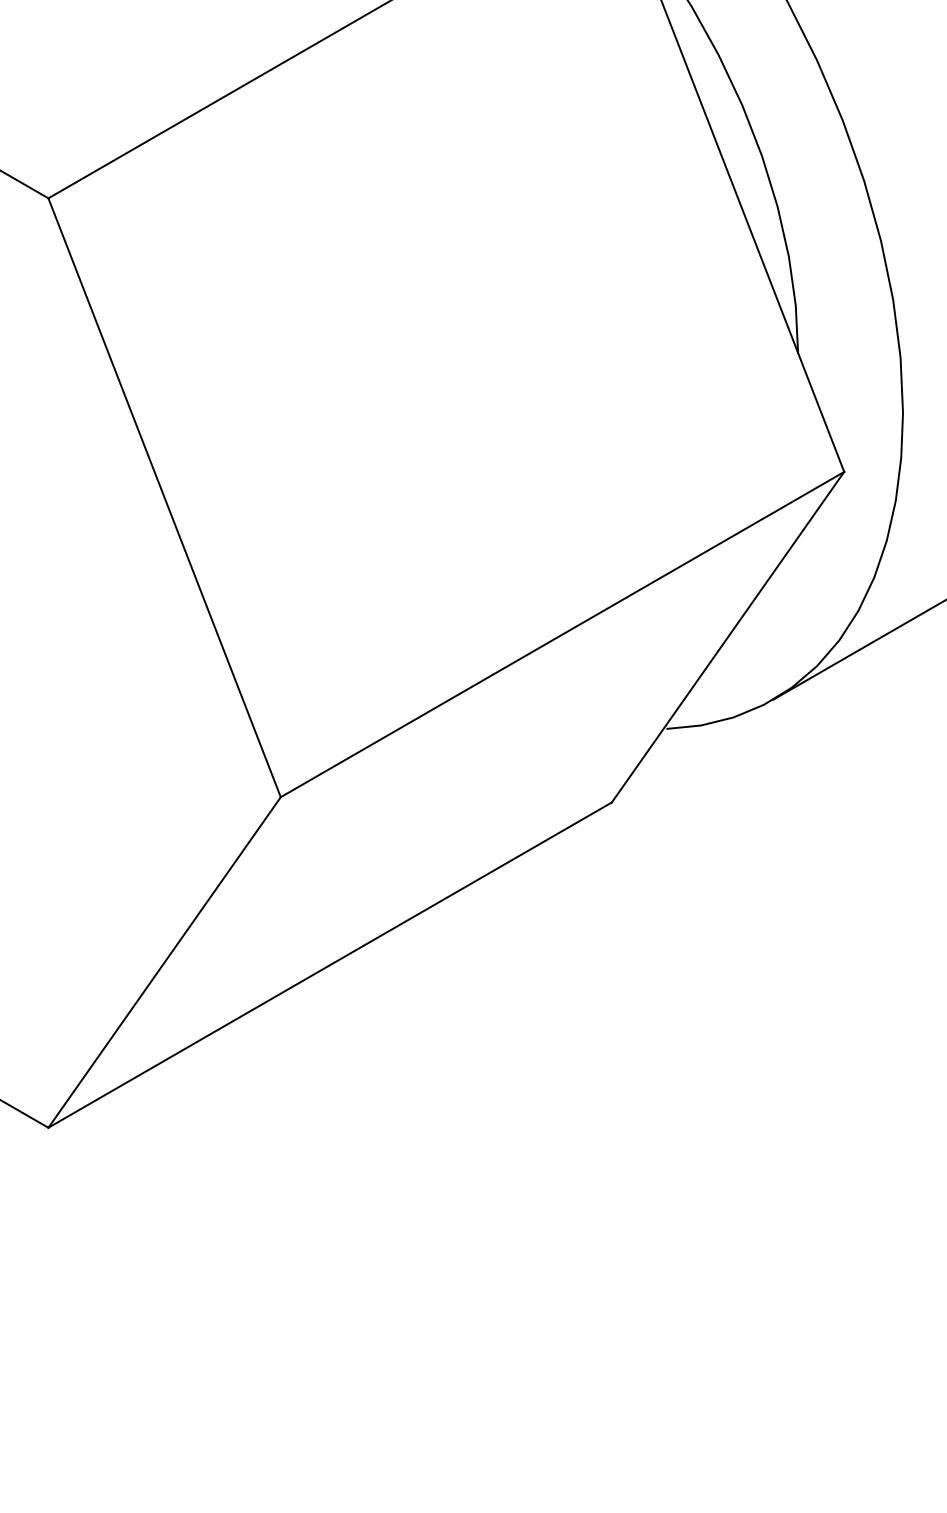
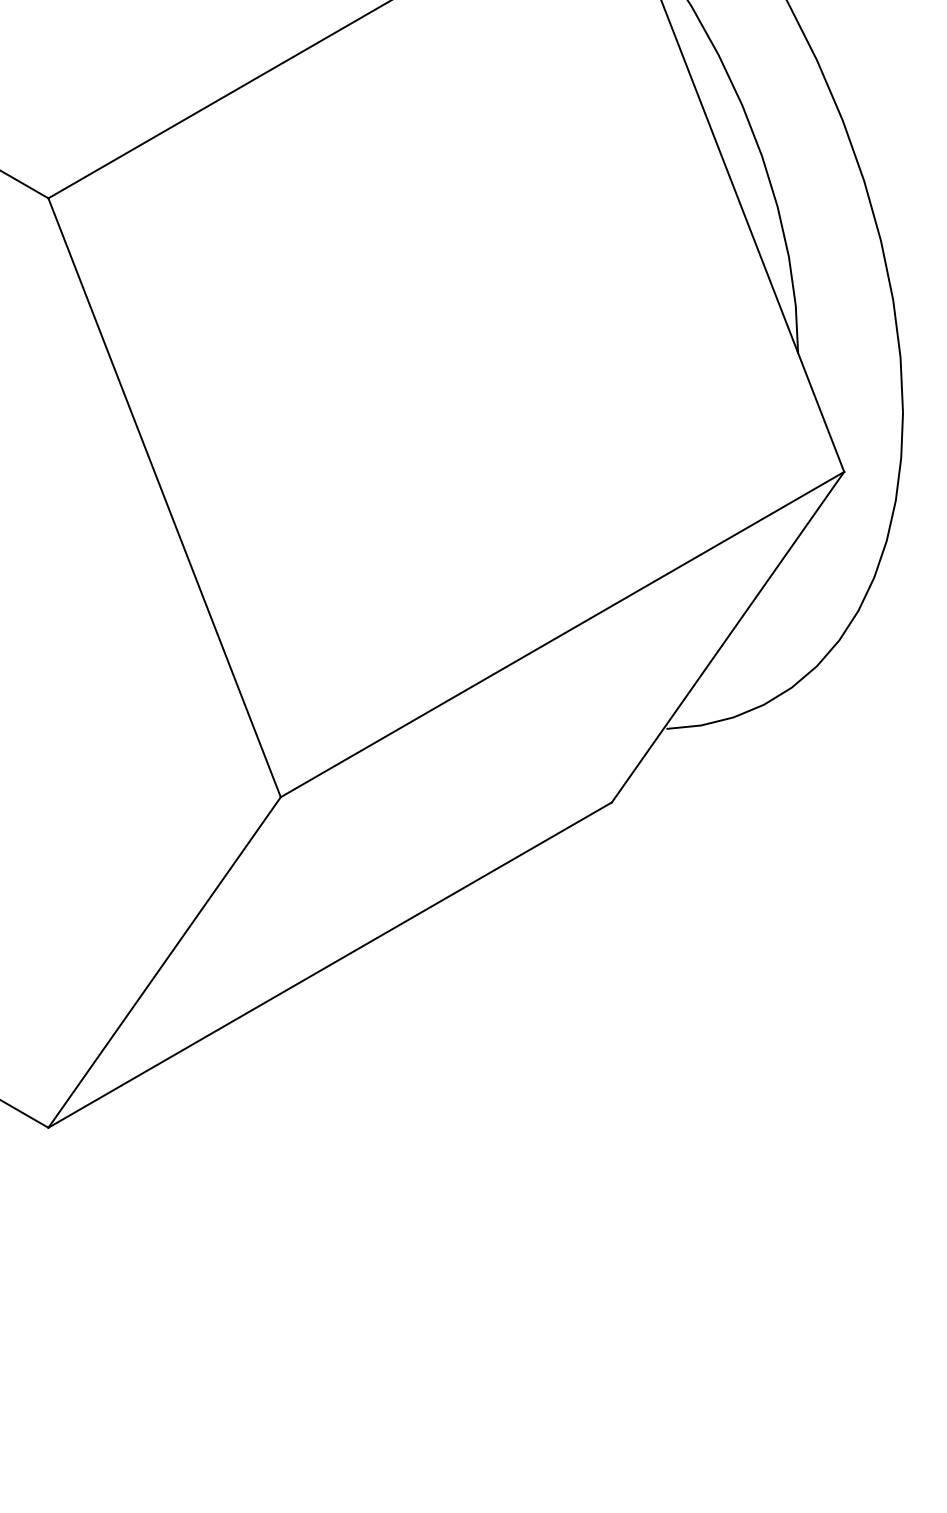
line at (858, 650): present -> none
